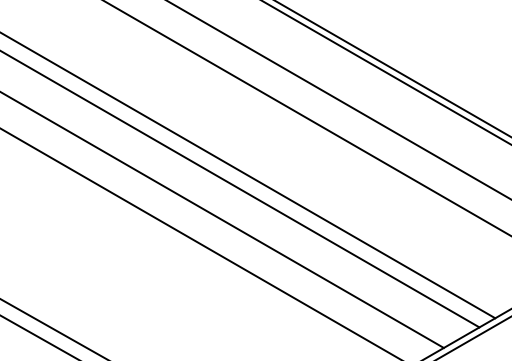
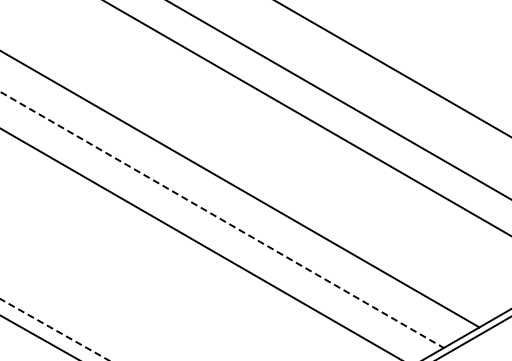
line at (386, 72): present -> none
line at (248, 175): present -> none
line at (222, 219): solid -> dashed
line at (54, 329): solid -> dashed
